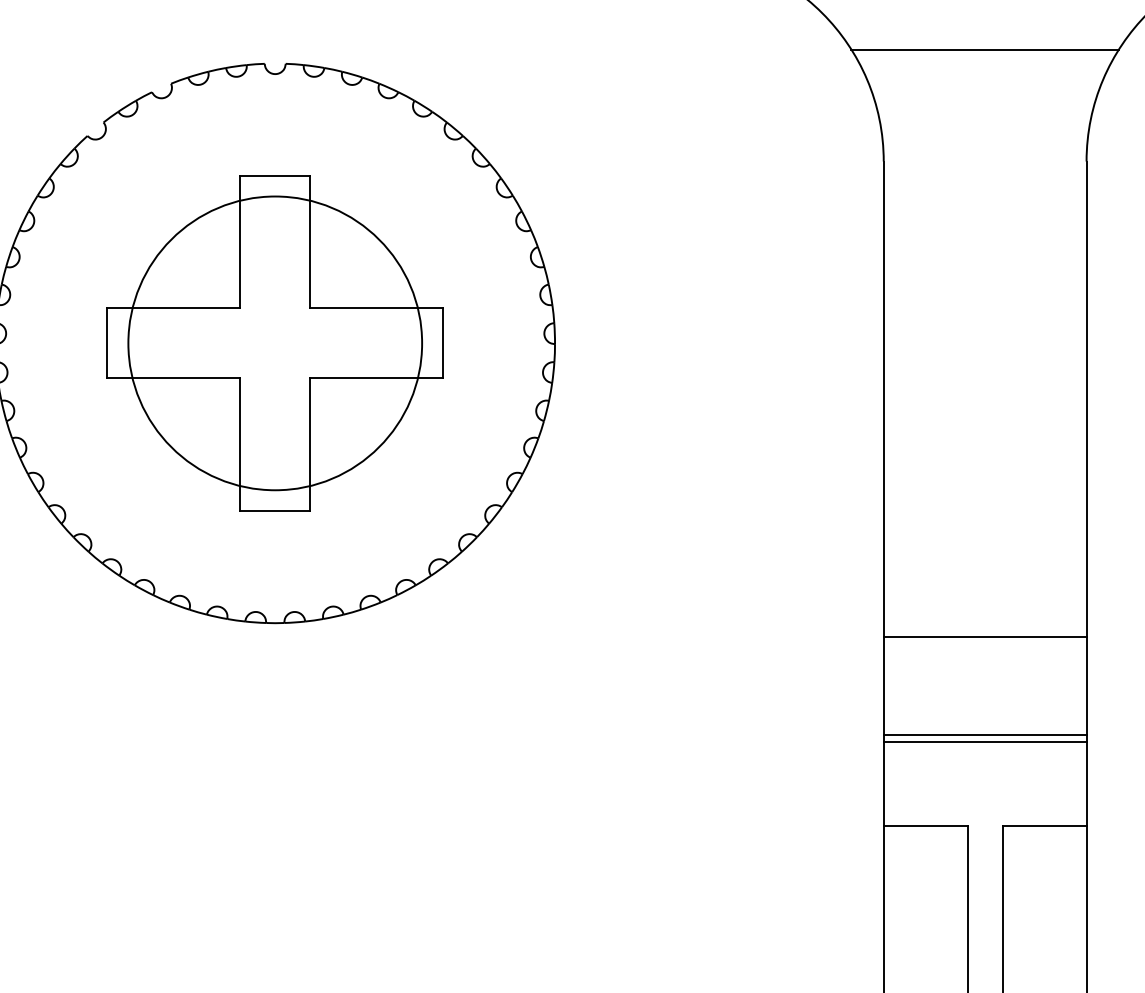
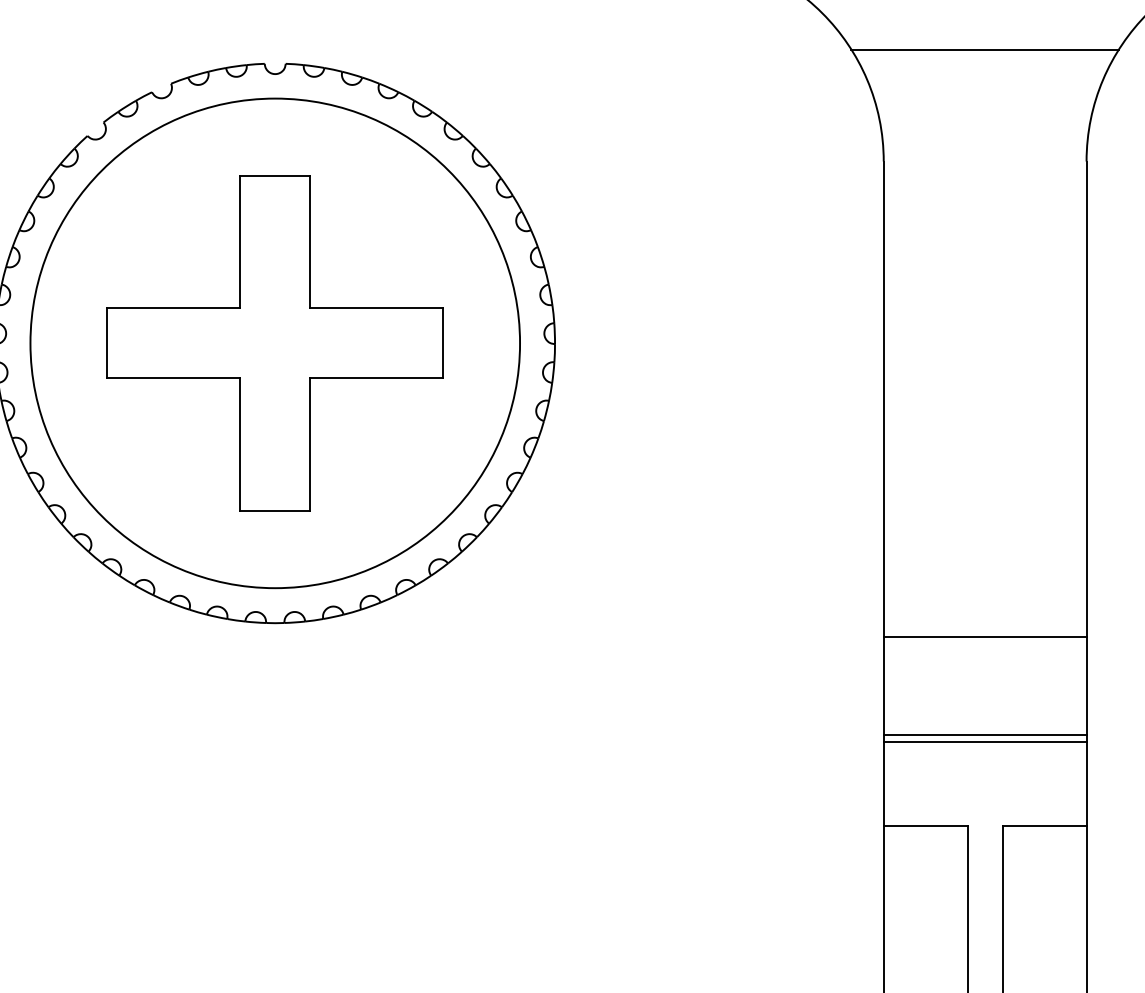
circle at (275, 343) diameter: 294 px -> 490 px
